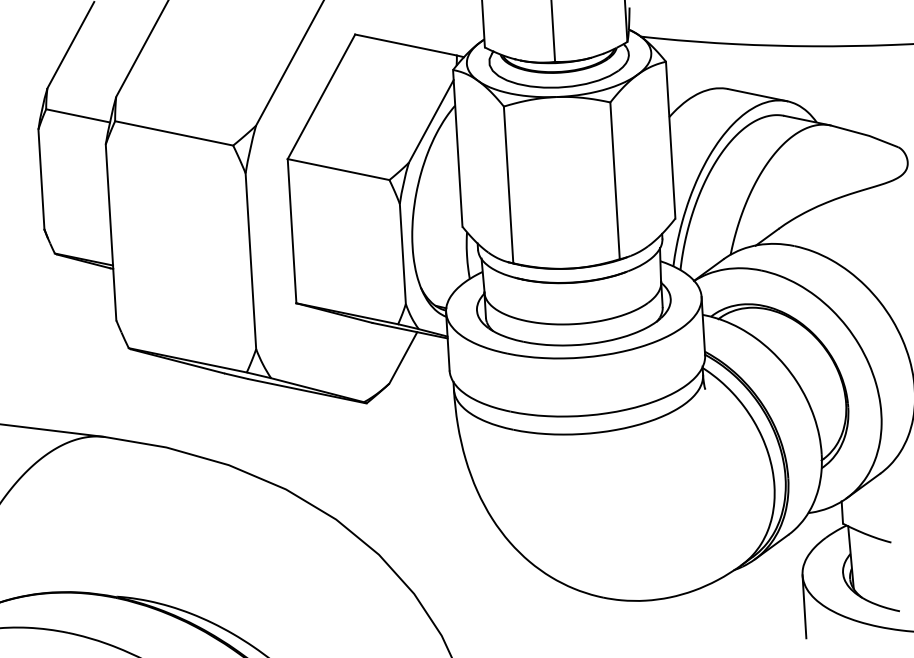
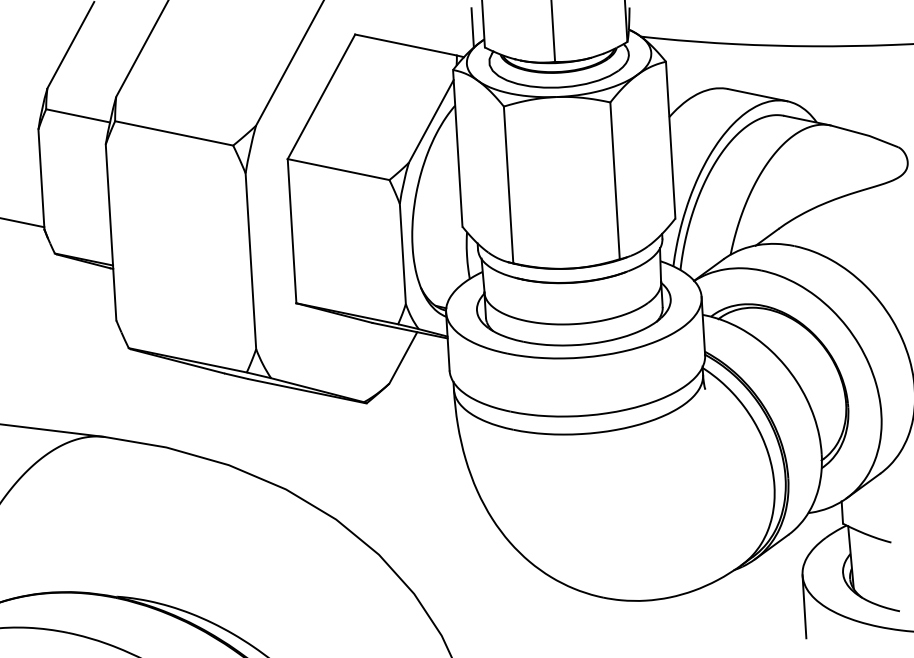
line at (472, 27): none -> present
line at (23, 222): none -> present
